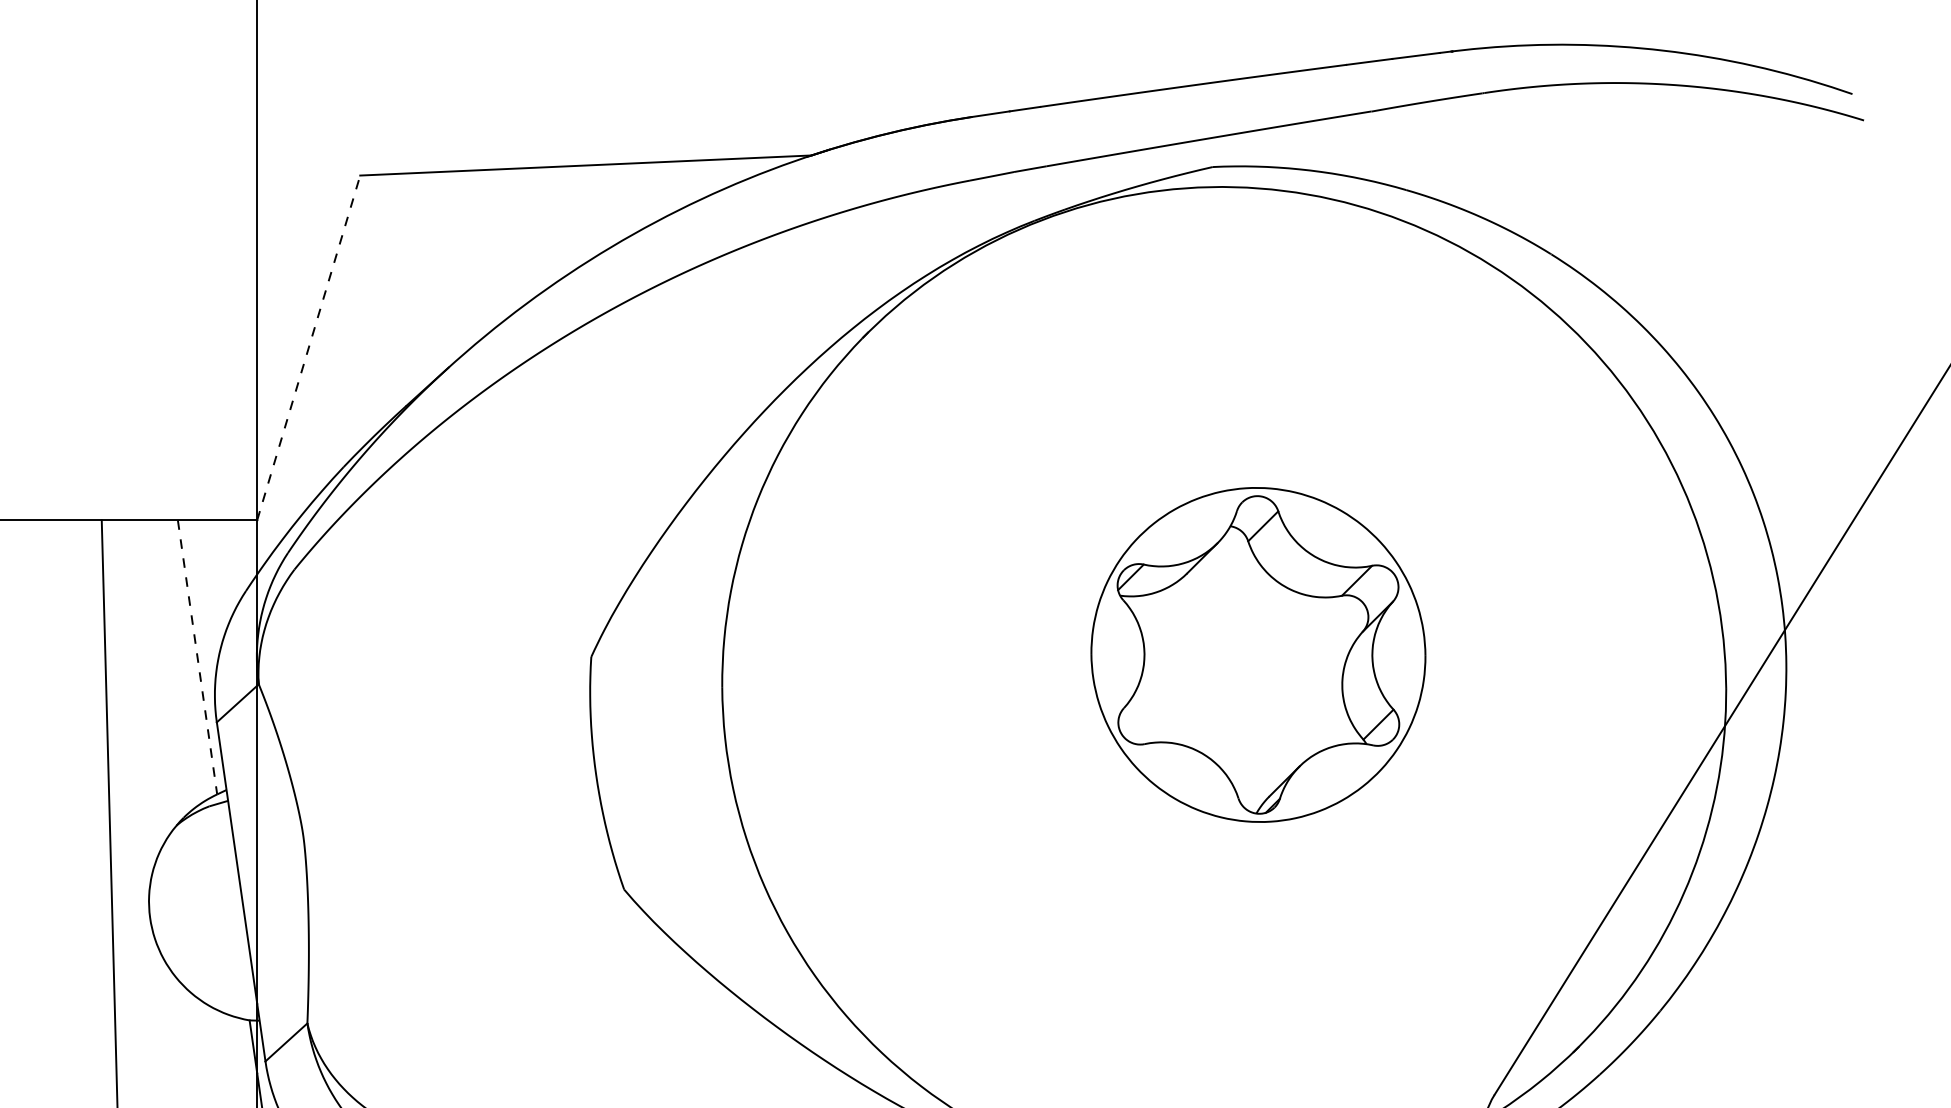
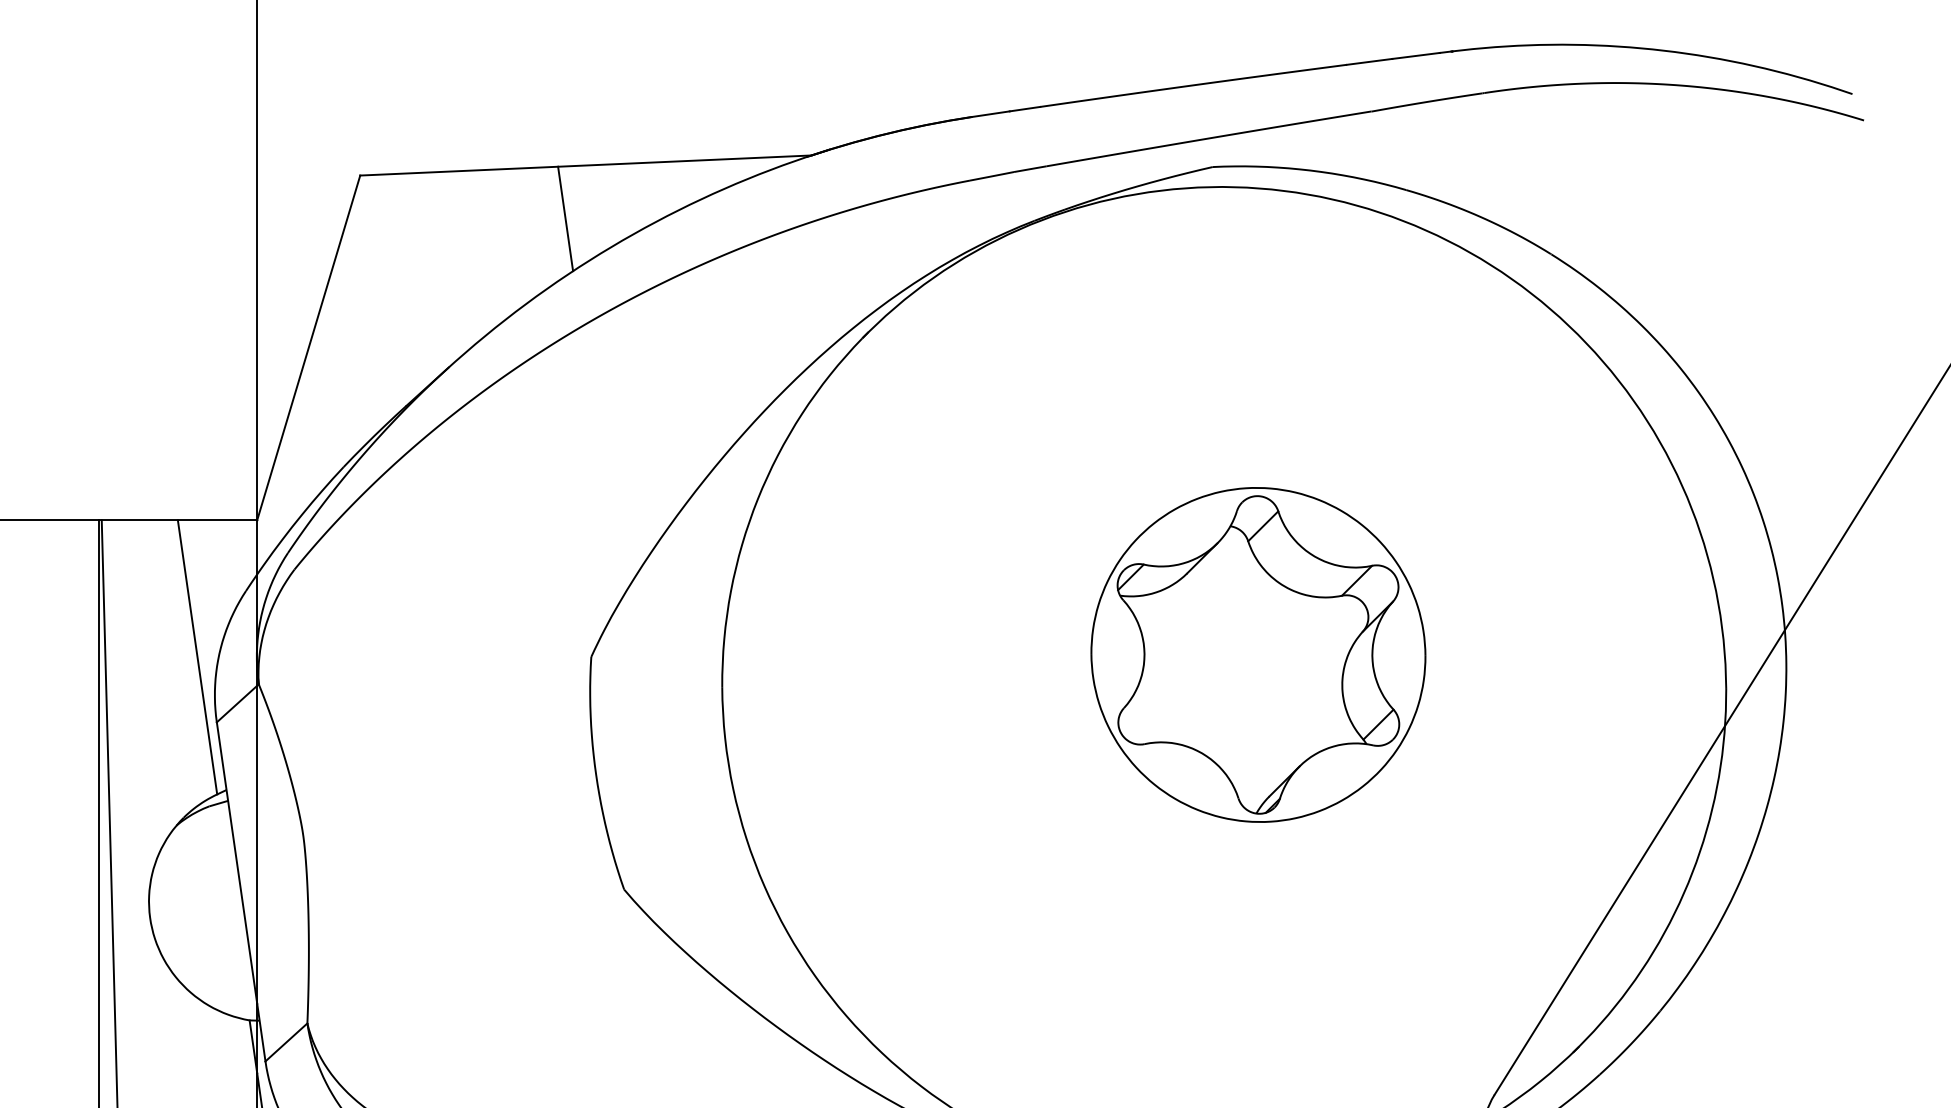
line at (565, 218): none -> present
line at (308, 347): dashed -> solid
line at (197, 657): dashed -> solid
line at (99, 812): none -> present
